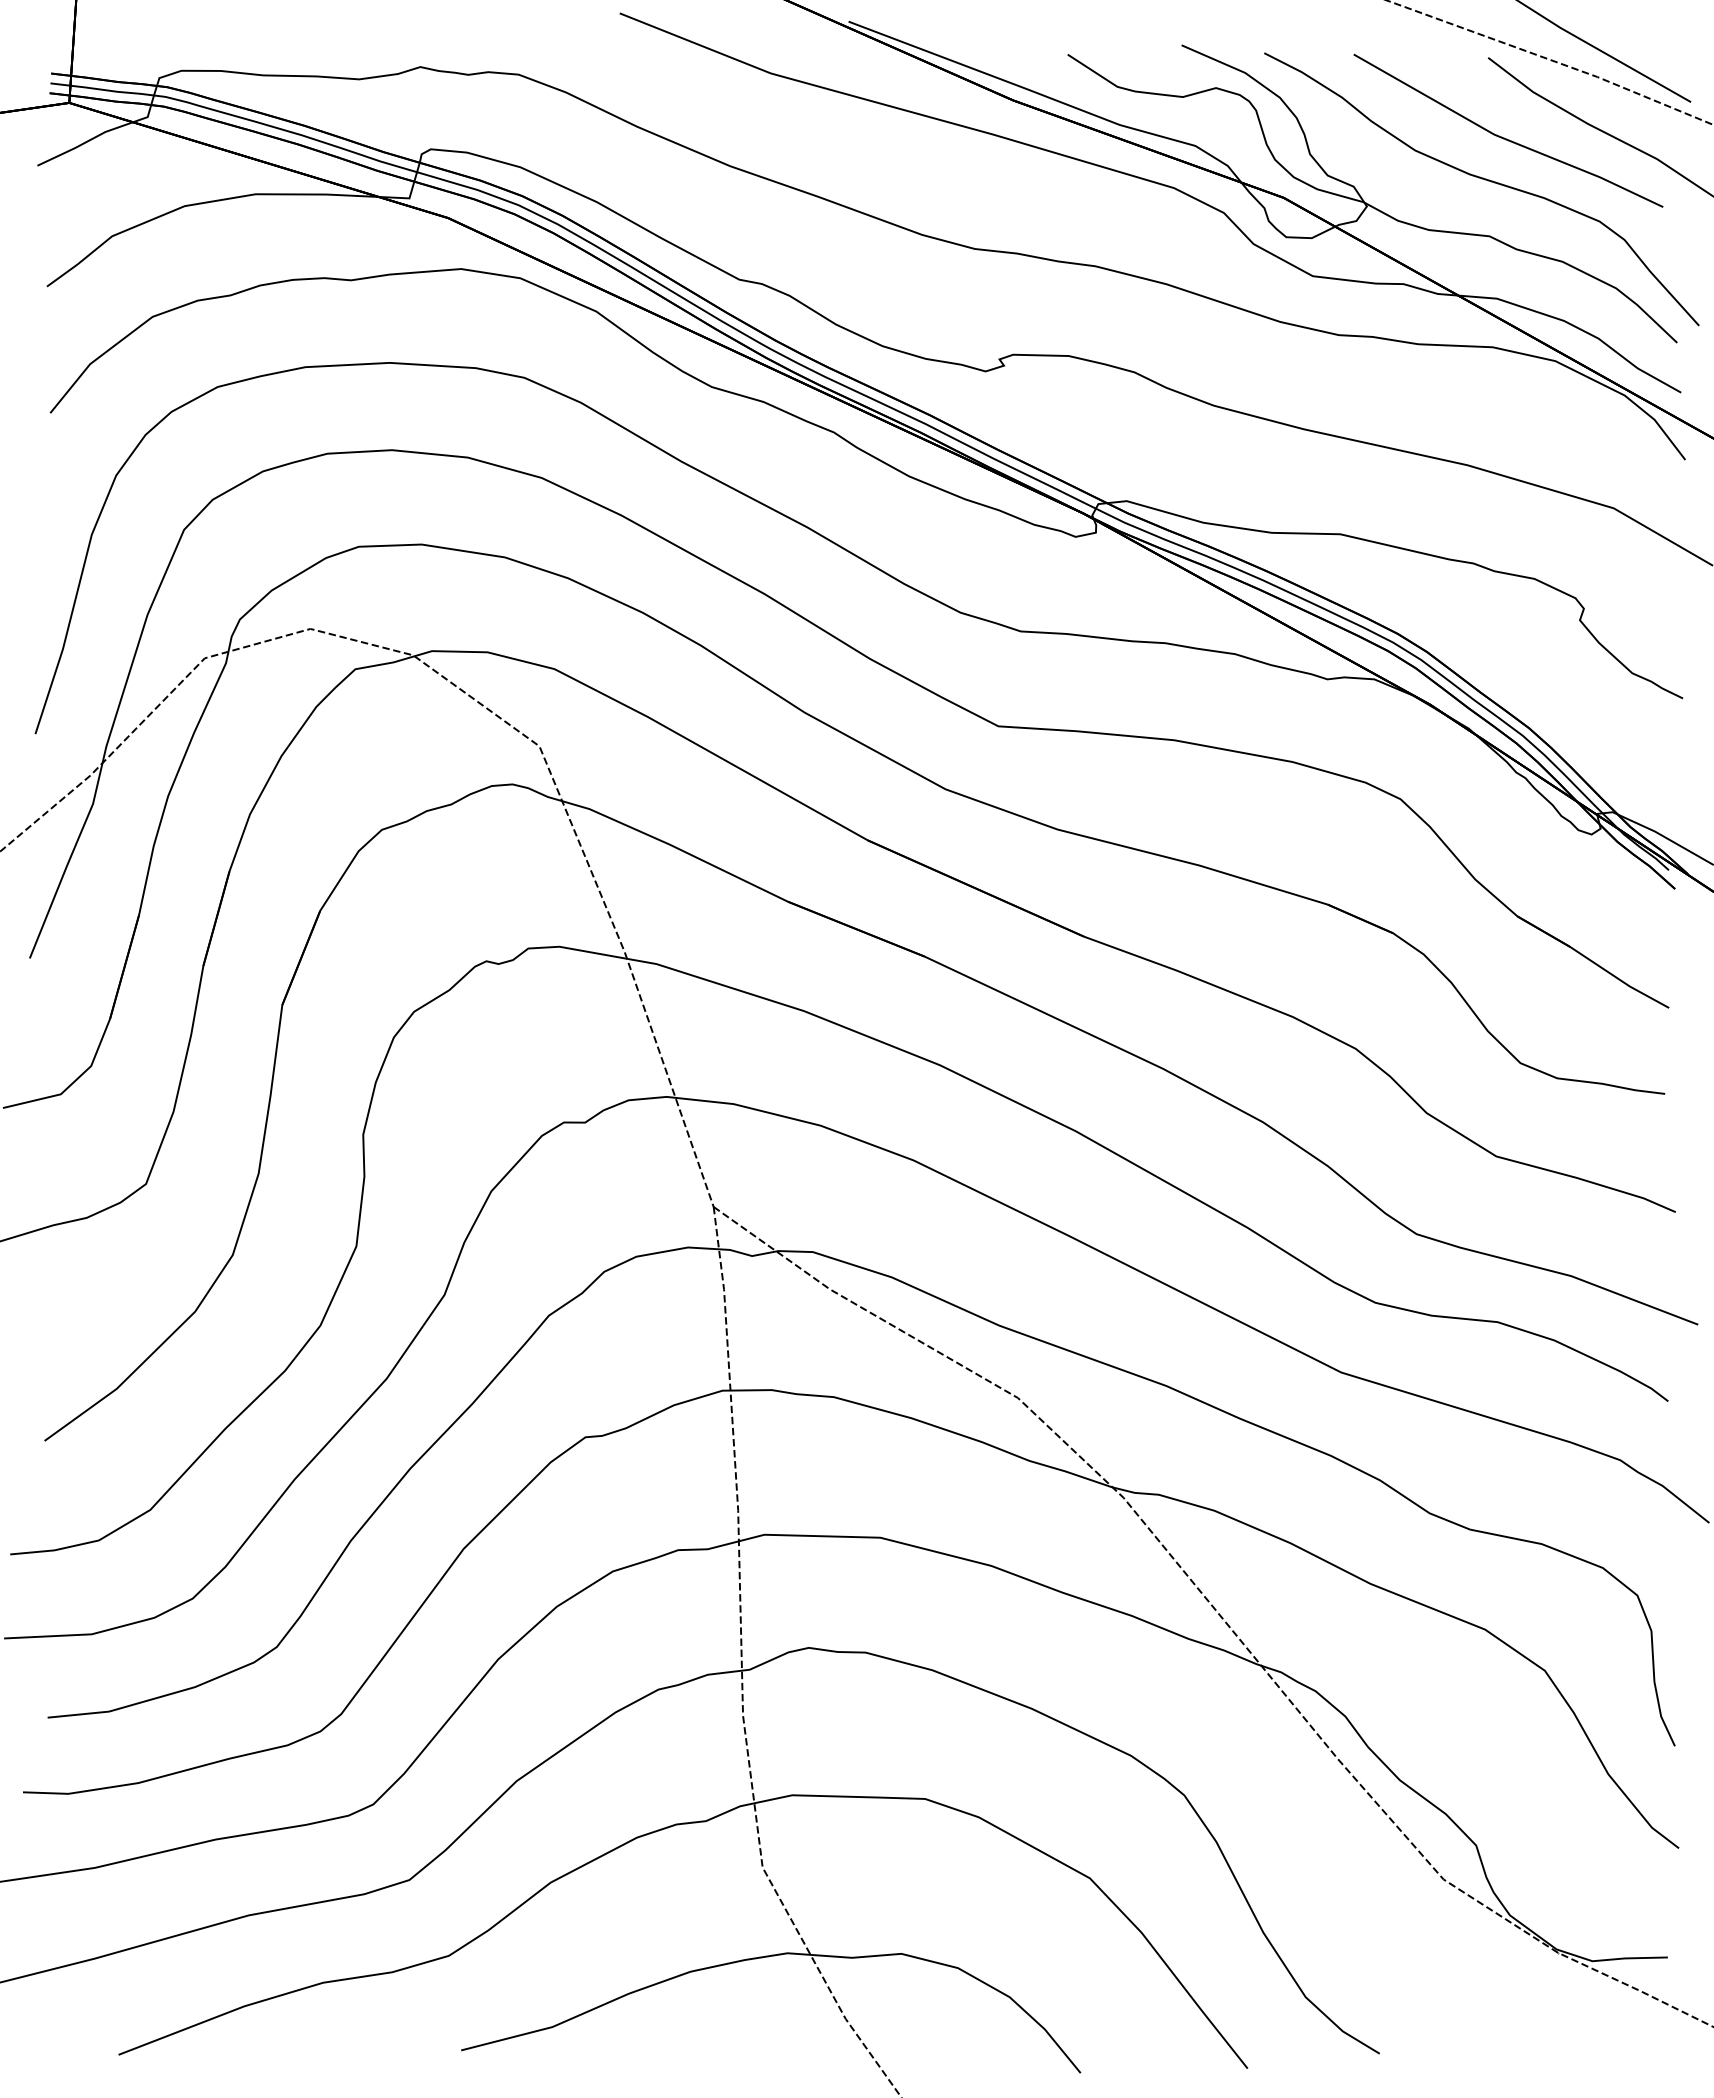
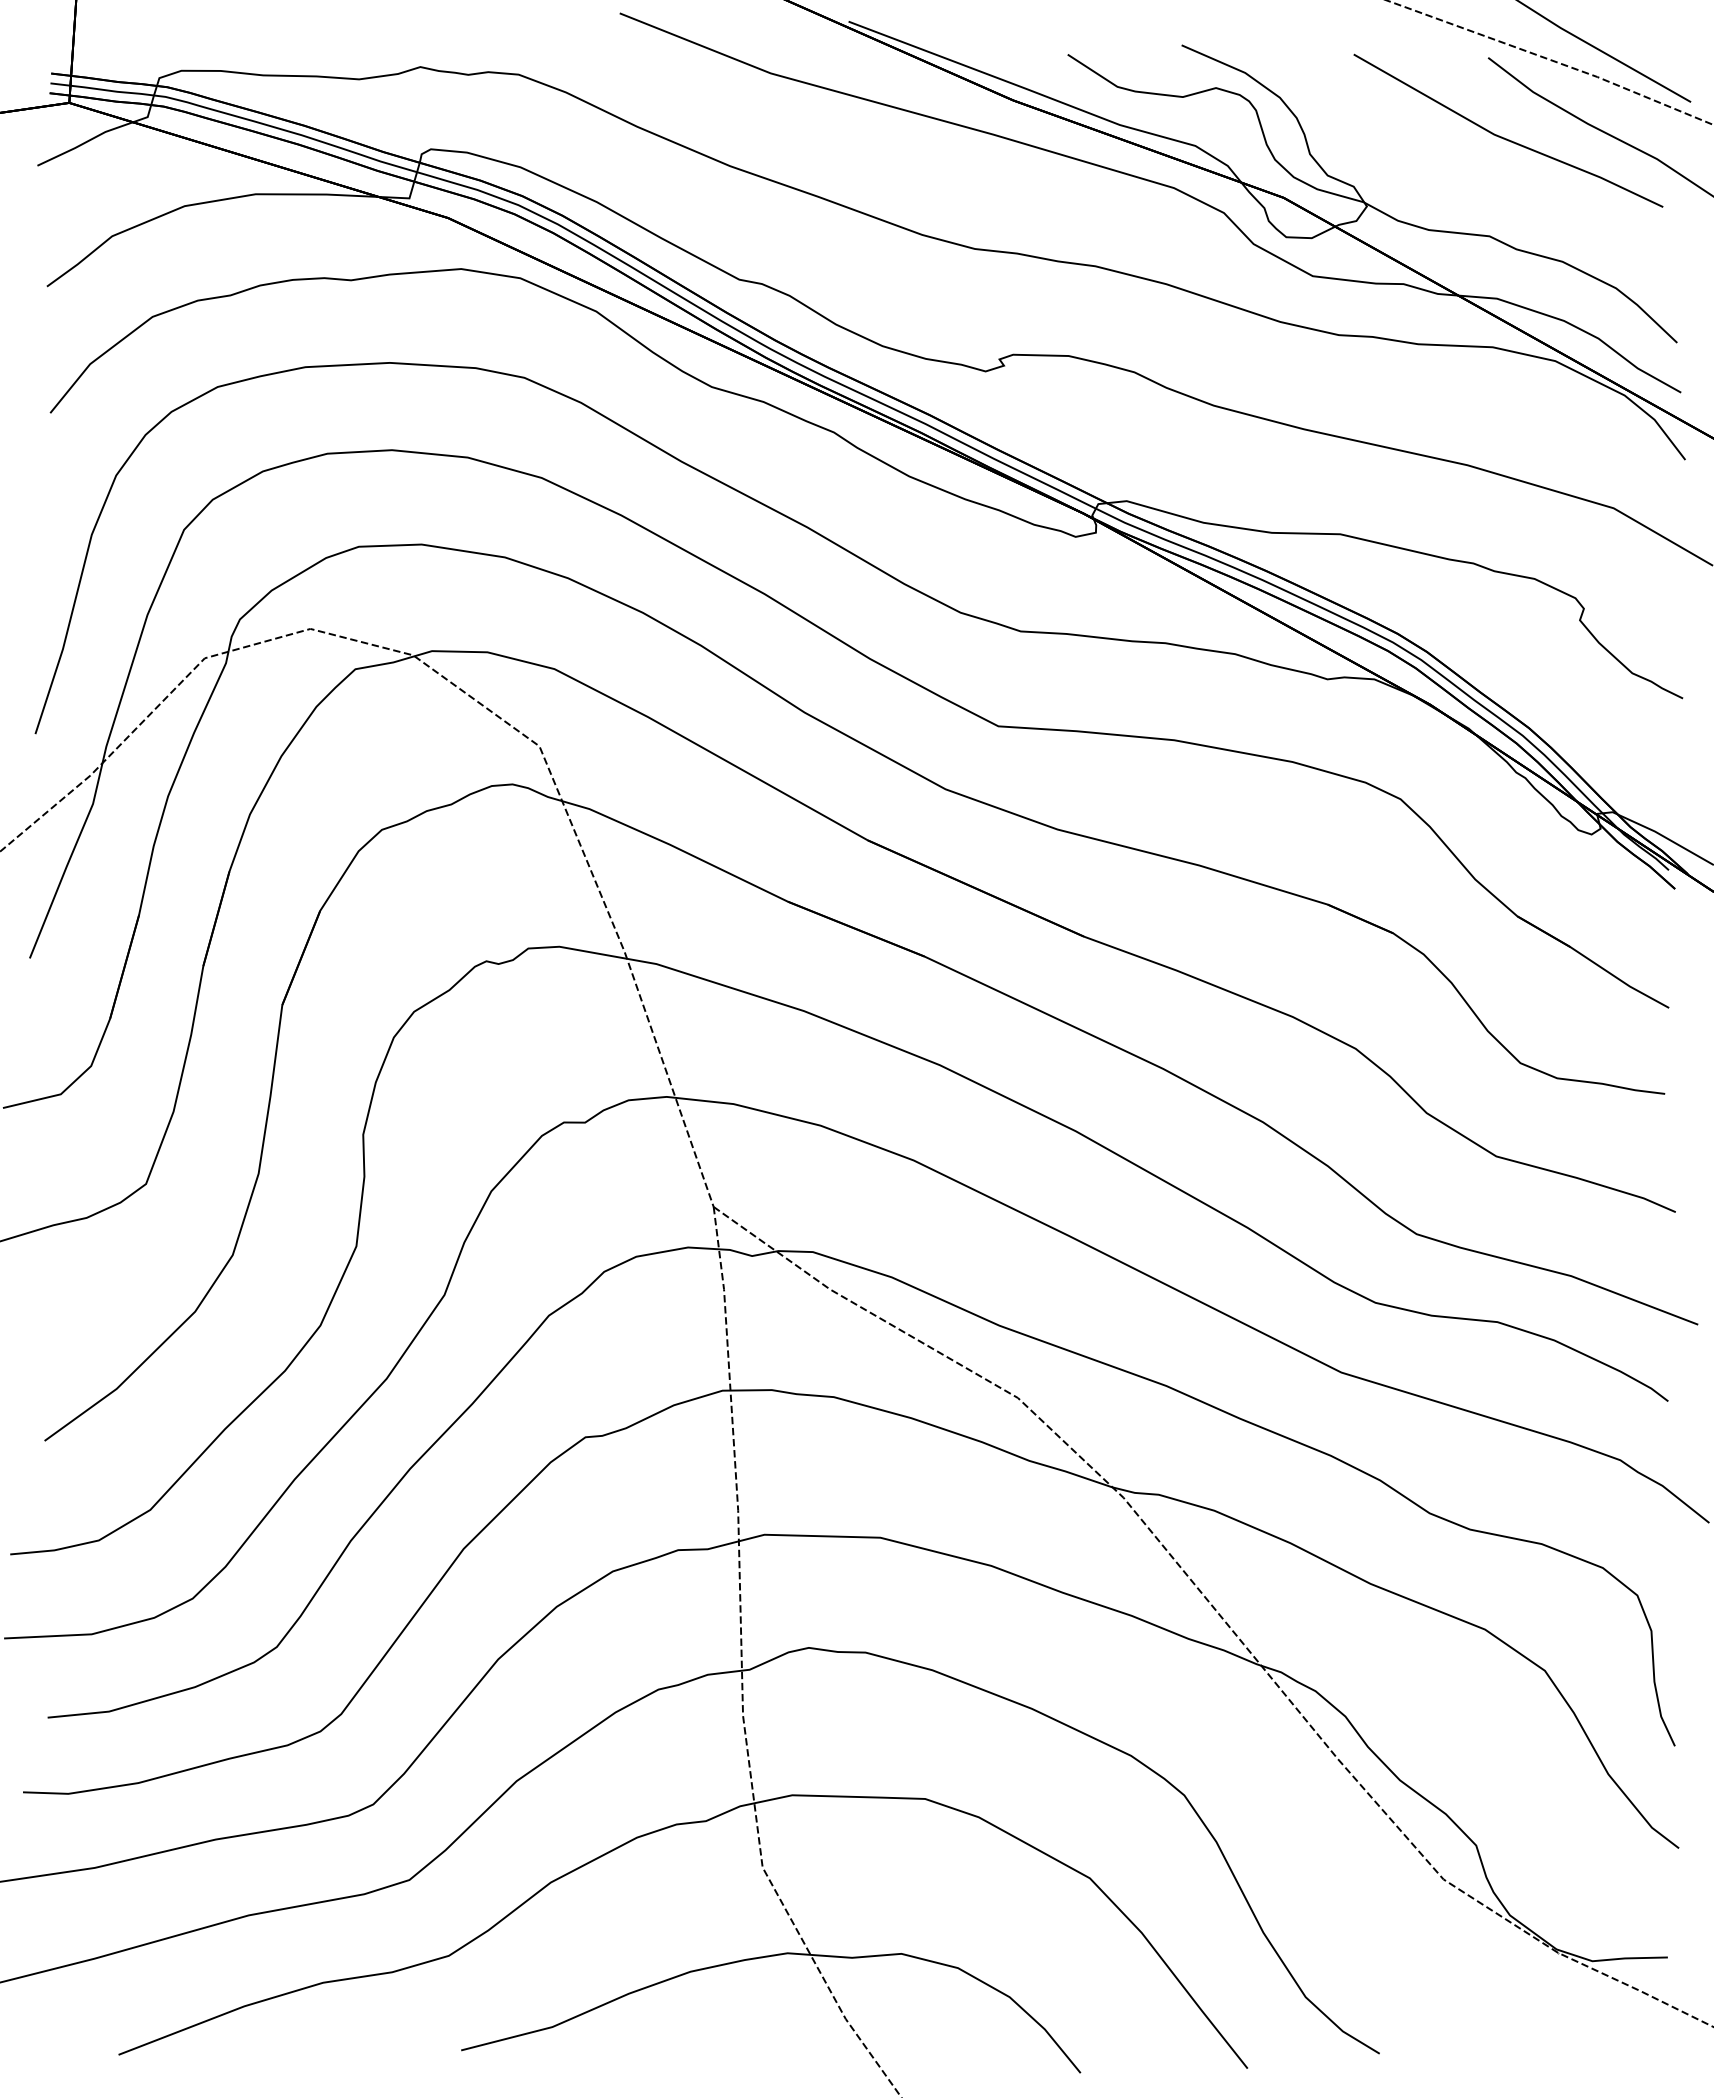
curve at (1485, 180): present -> none
